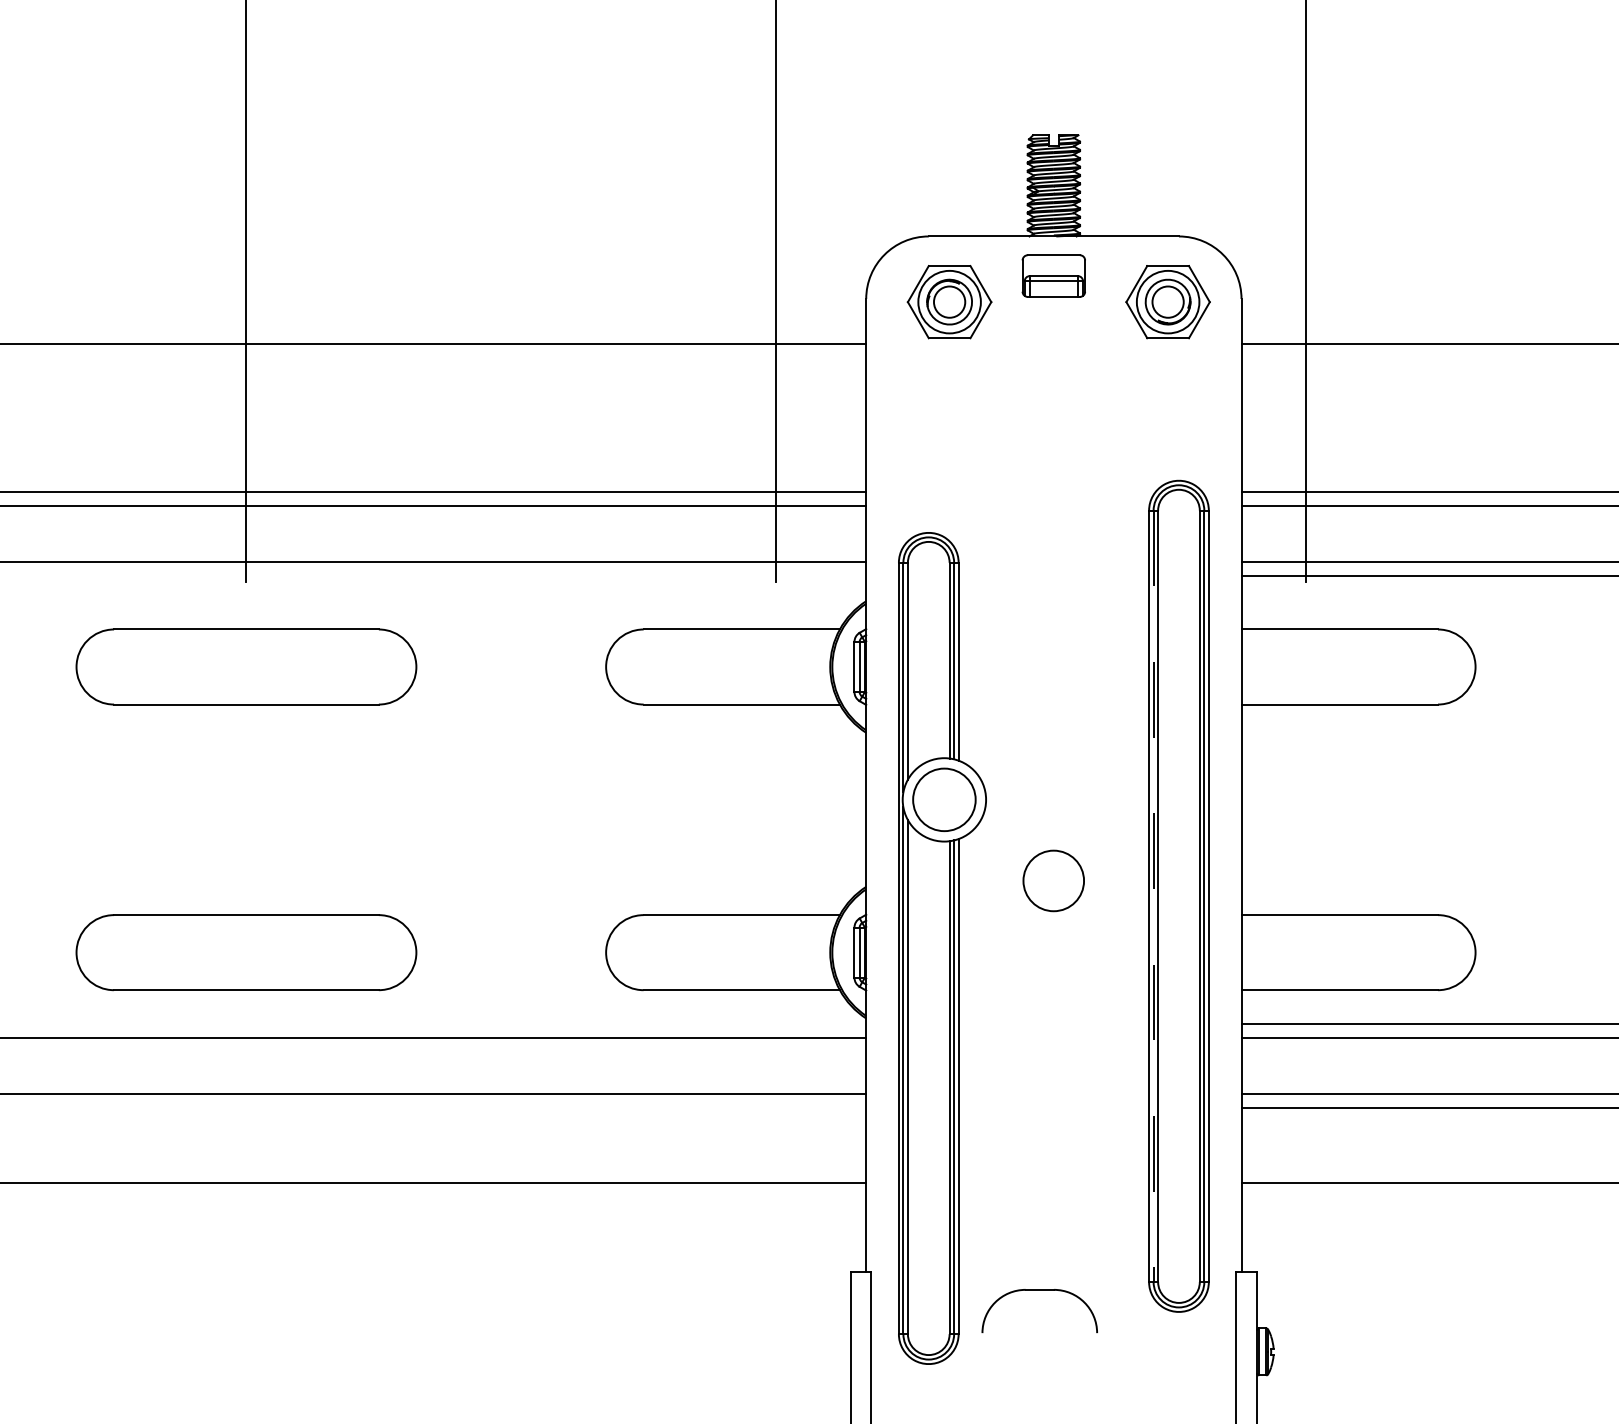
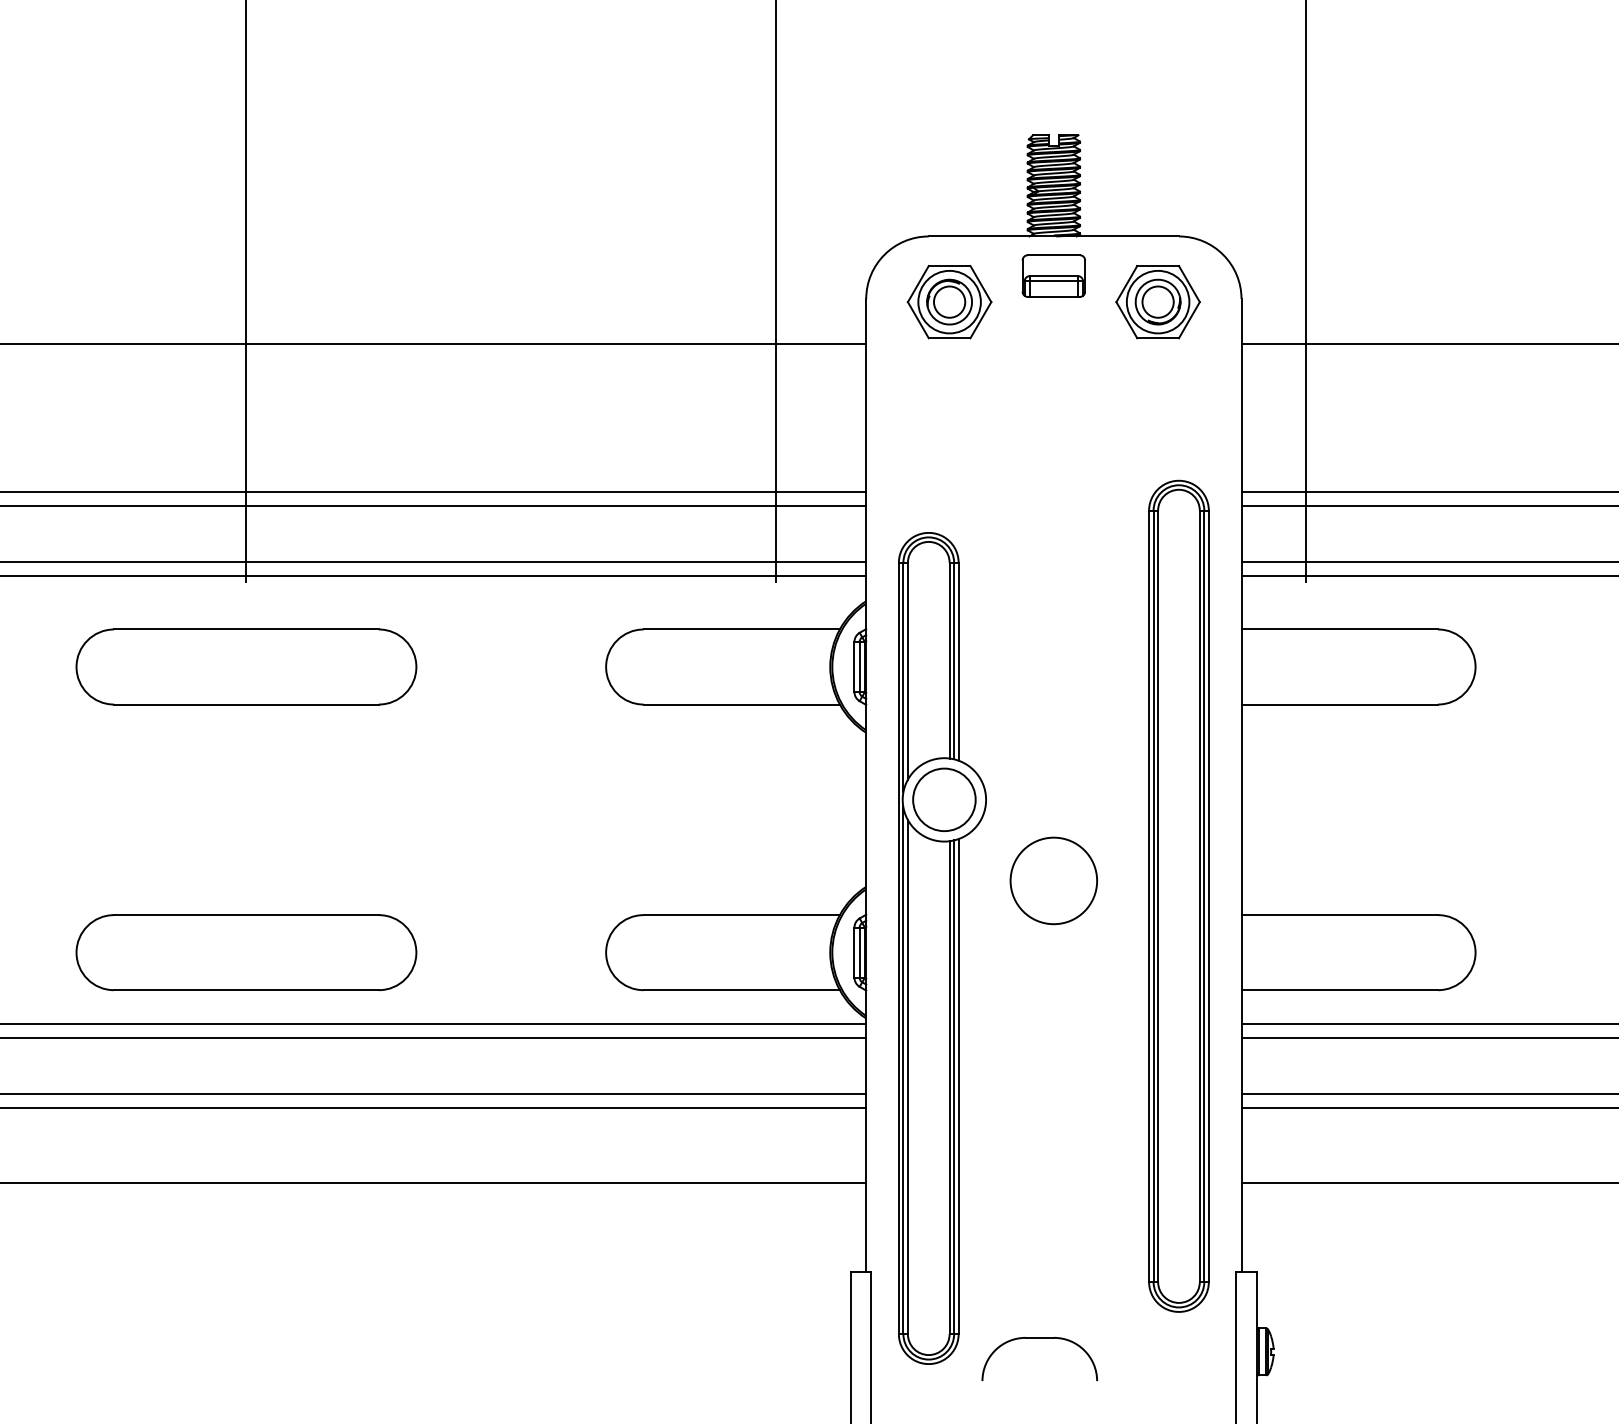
part at (1167, 302) position: (1167, 302) -> (1157, 302)
line at (434, 576): none -> present
circle at (1053, 880) size: 63x64 px -> 89x90 px
line at (1153, 896): dashed -> solid
line at (434, 1023): none -> present
line at (434, 1107): none -> present
part at (1039, 1290) position: (1039, 1290) -> (1039, 1338)
